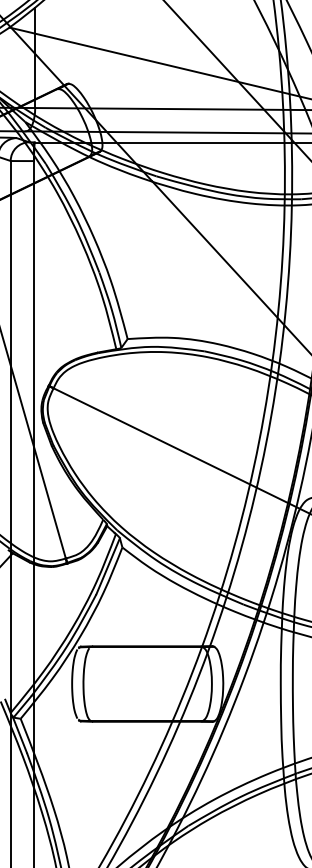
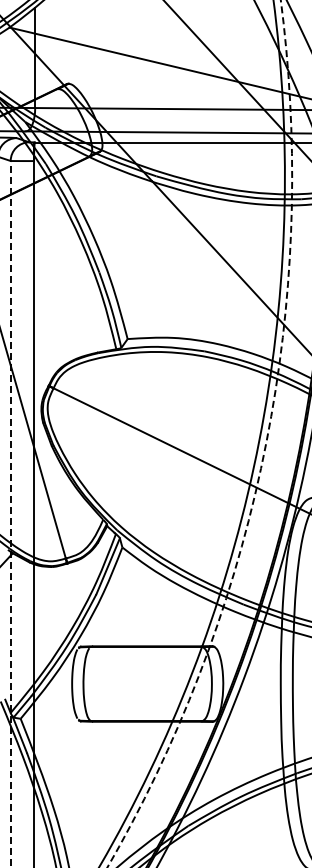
arc at (265, 445): solid -> dashed
line at (10, 513): solid -> dashed
